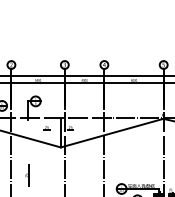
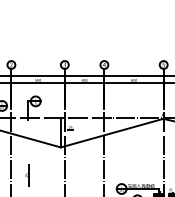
part at (46, 128): present -> none
